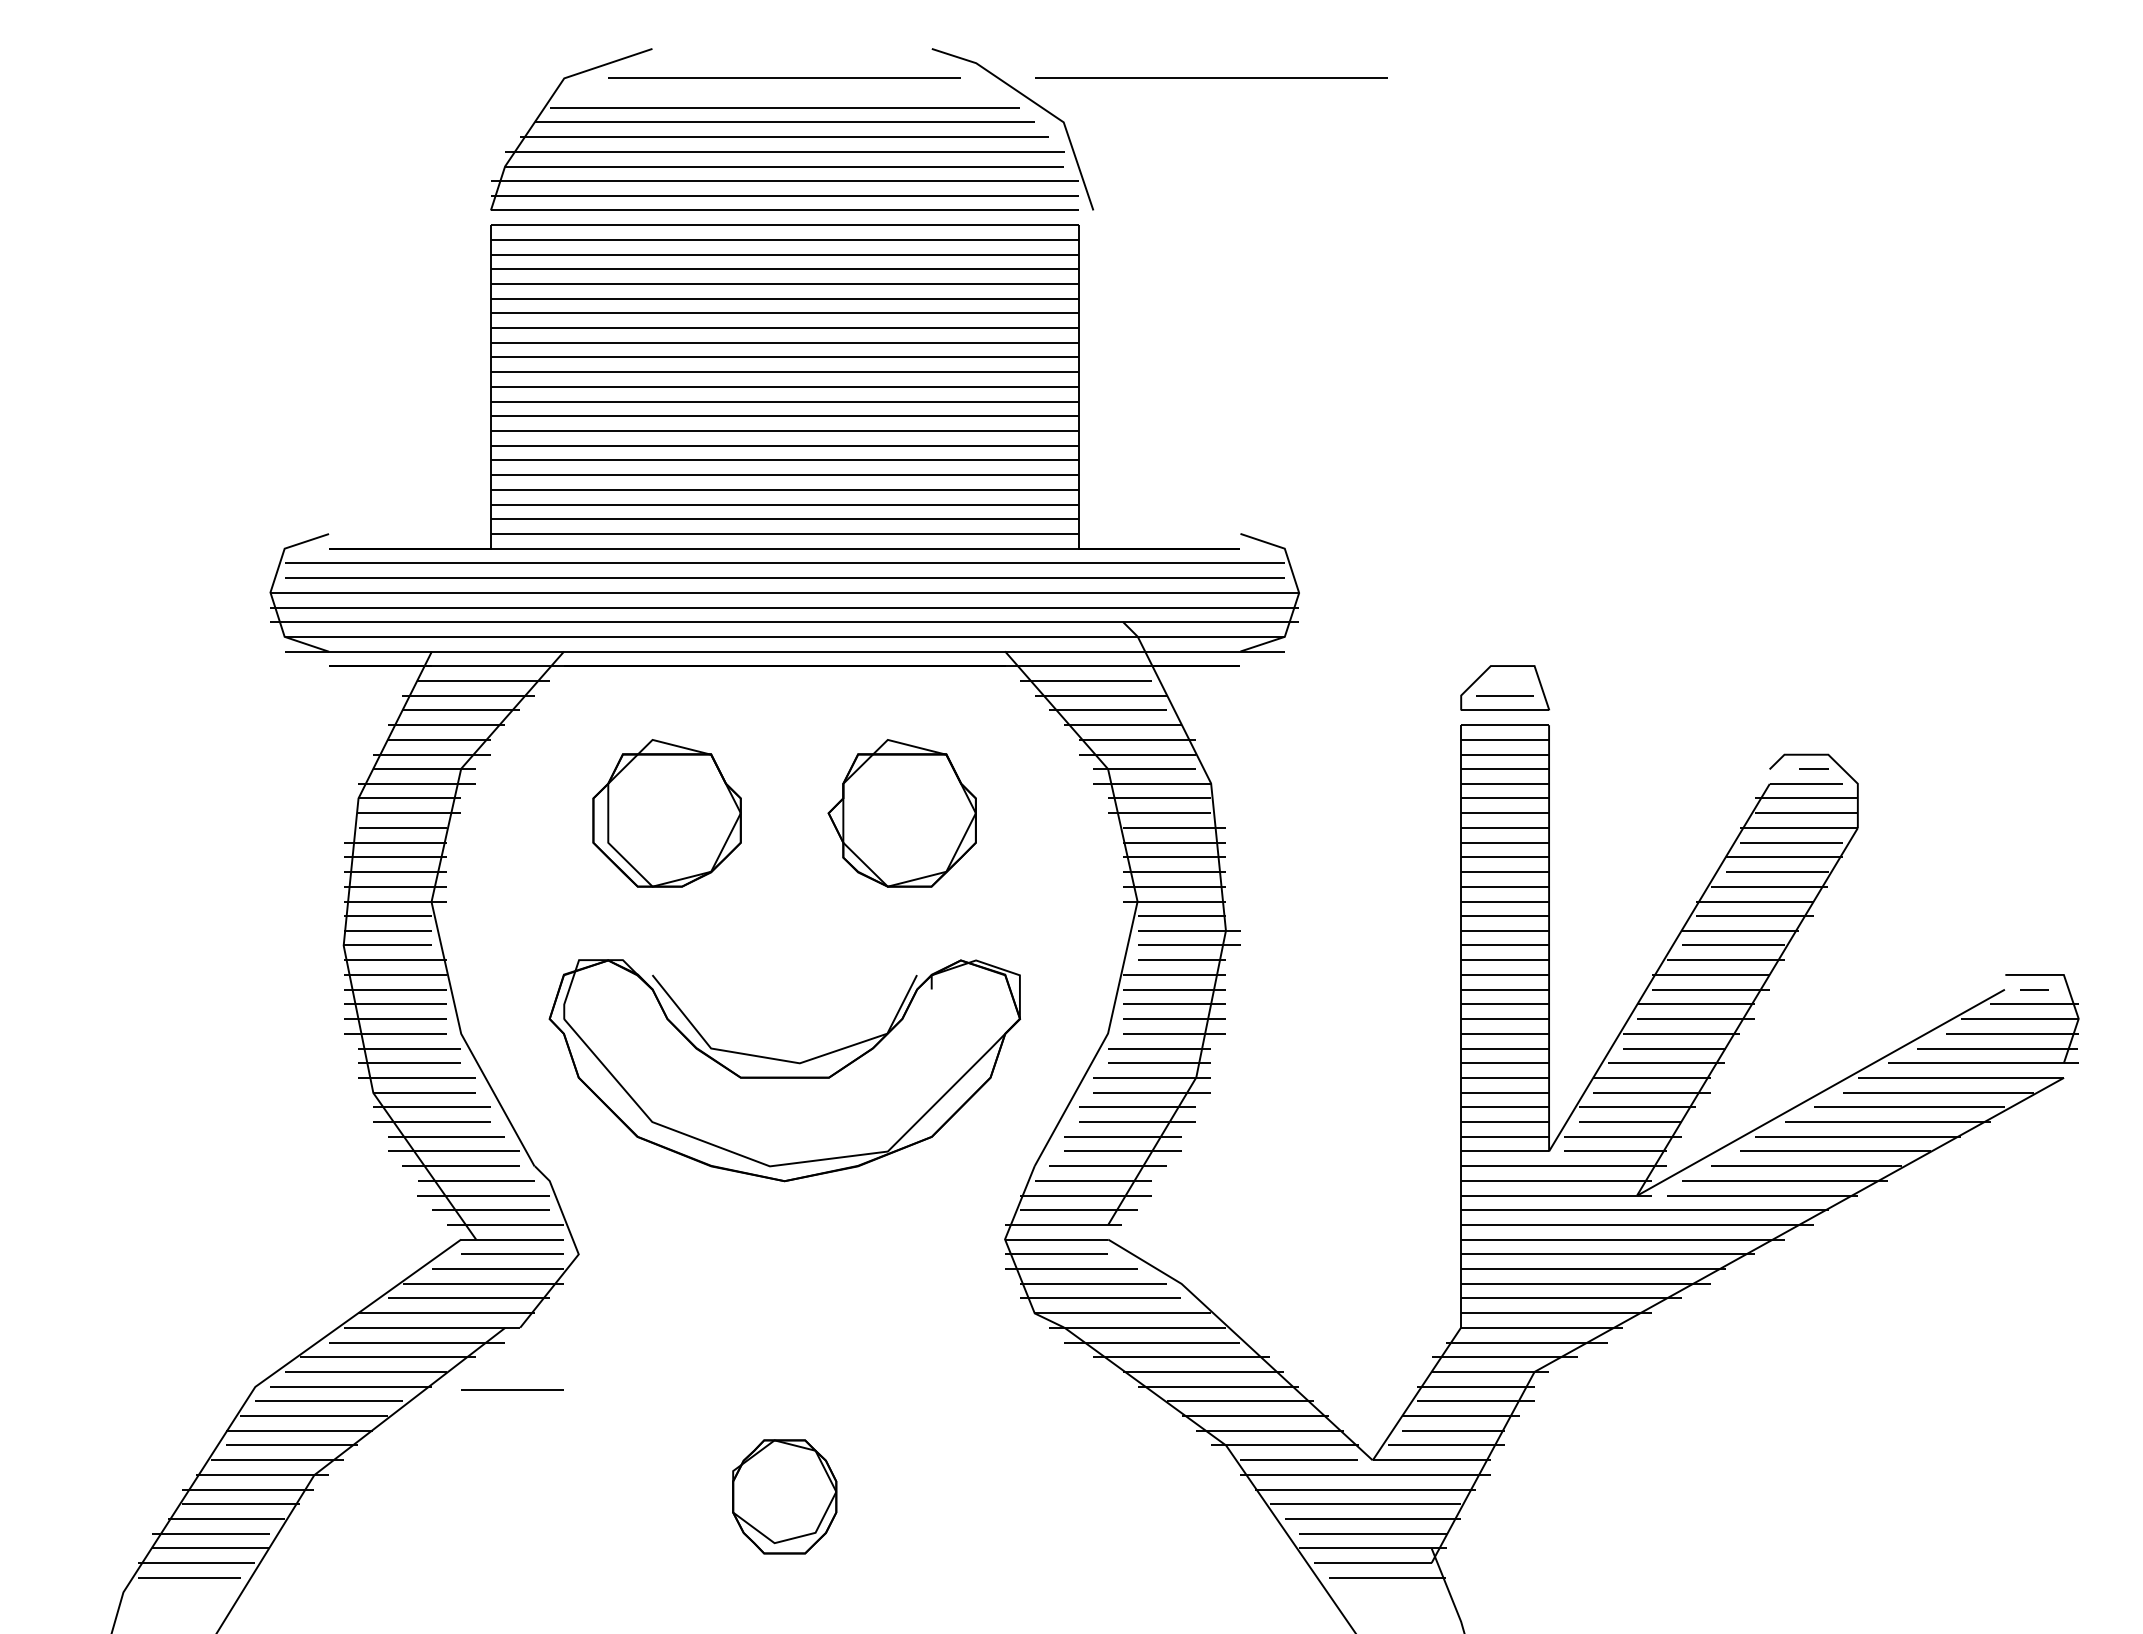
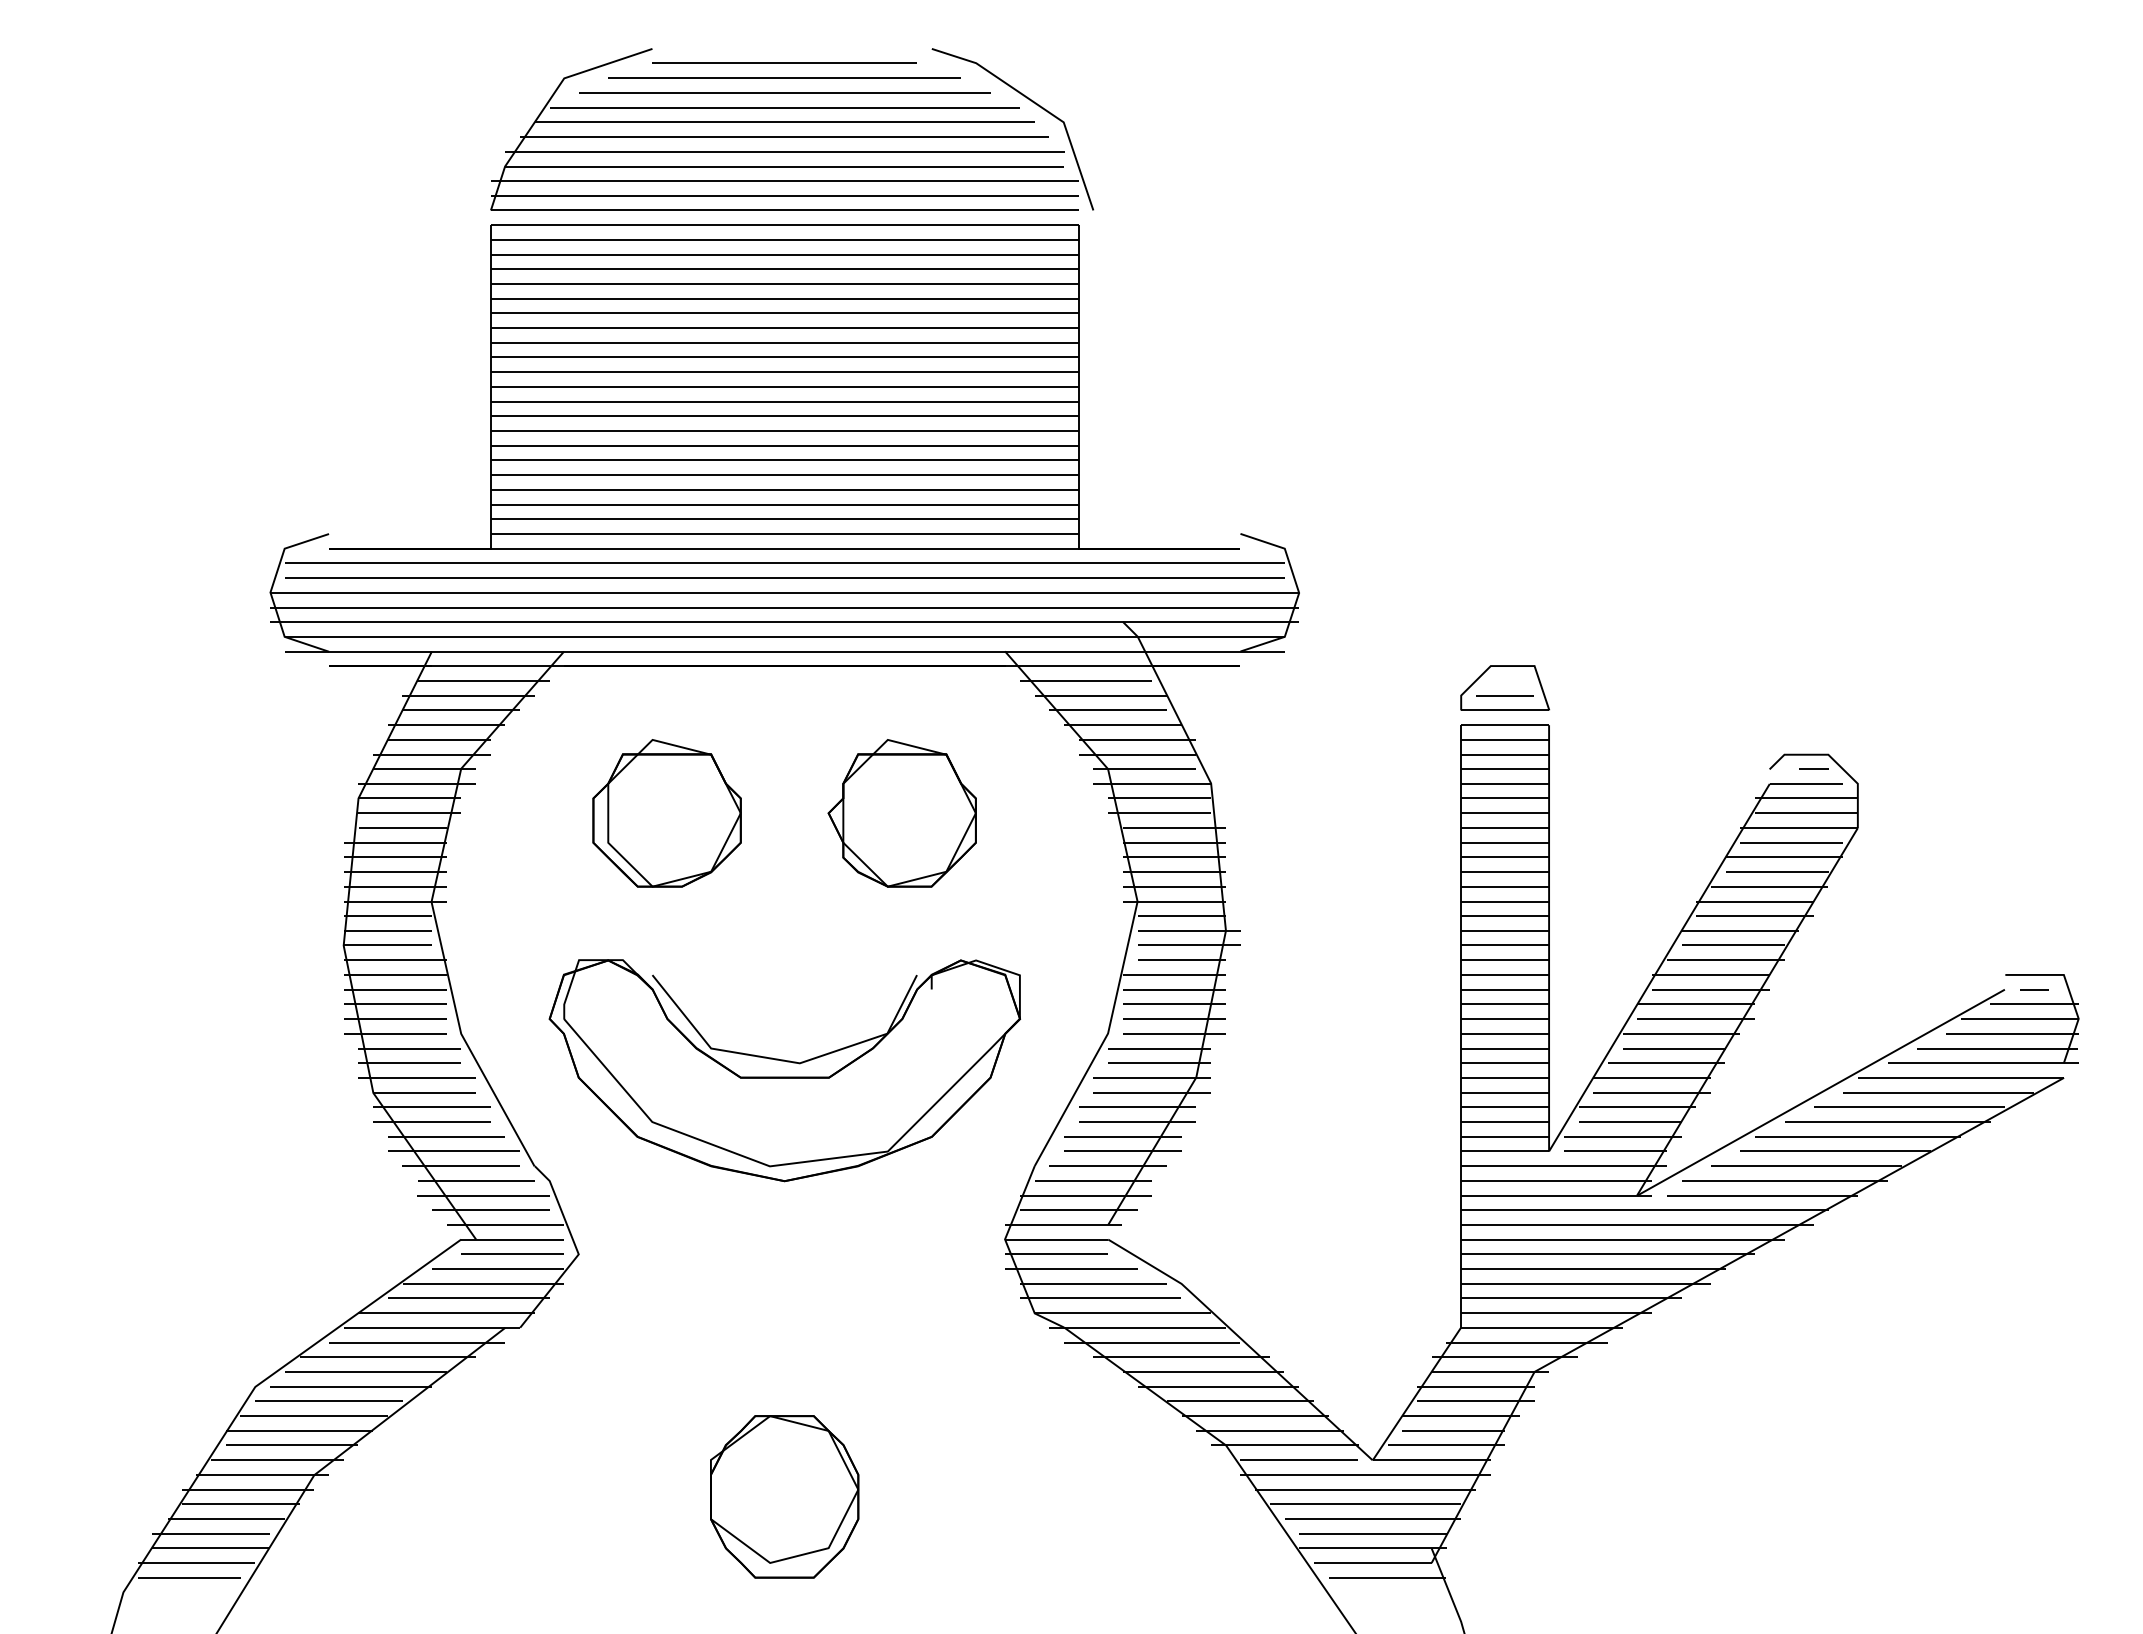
line at (784, 62): none -> present
line at (1211, 77): present -> none
line at (784, 92): none -> present
line at (512, 1389): present -> none
part at (784, 1496) size: 106x116 px -> 150x164 px
